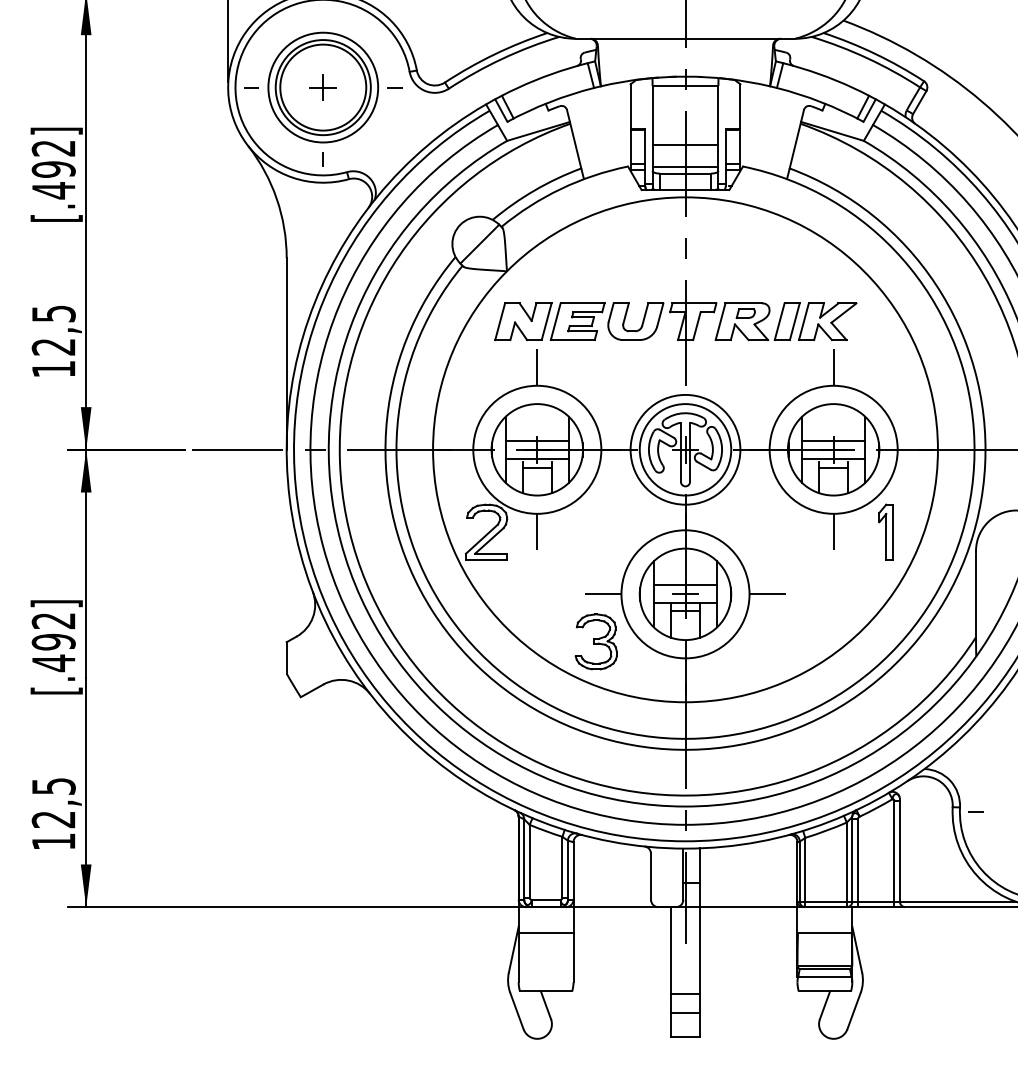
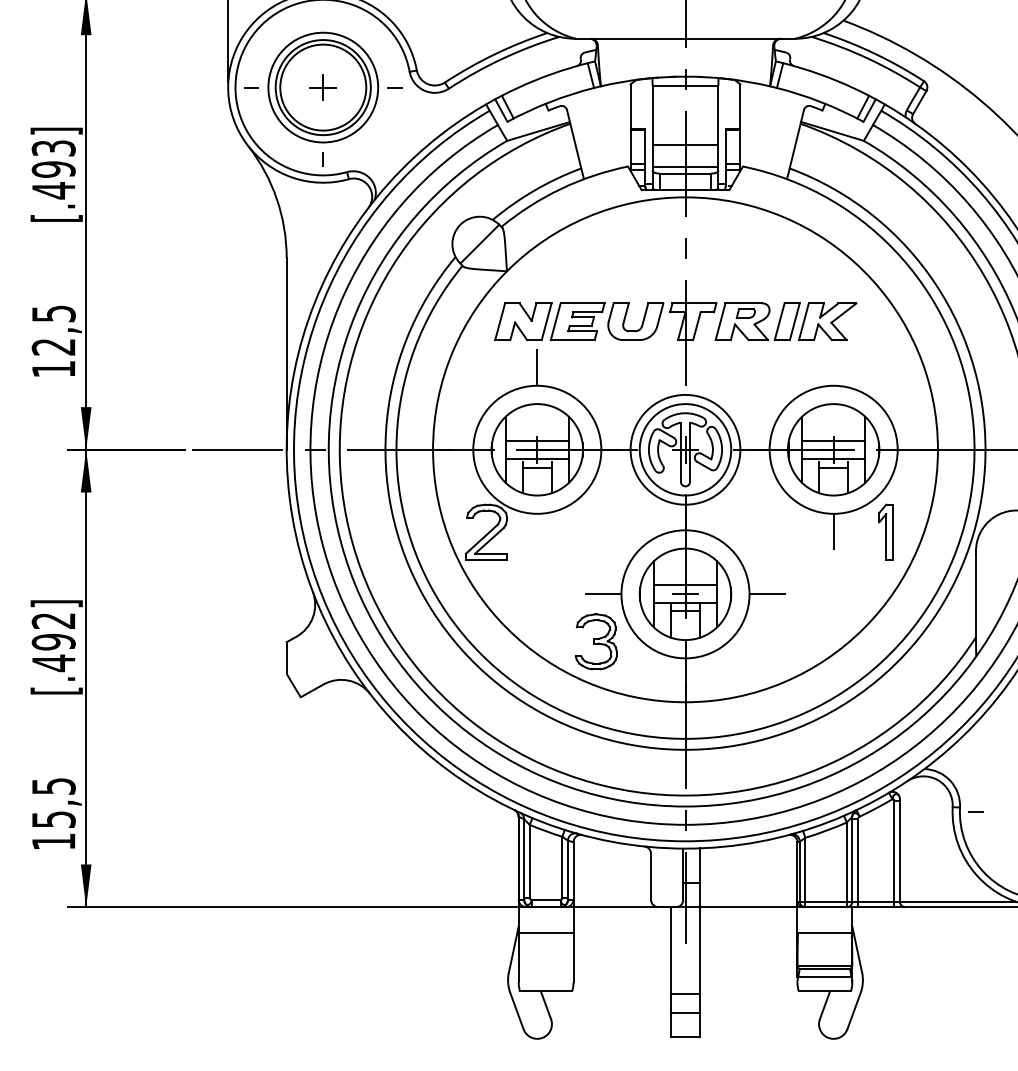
text at (53, 148): [.492] -> [.493]
line at (833, 367): present -> none
line at (537, 531): present -> none
text at (53, 819): 12,5 -> 15,5
